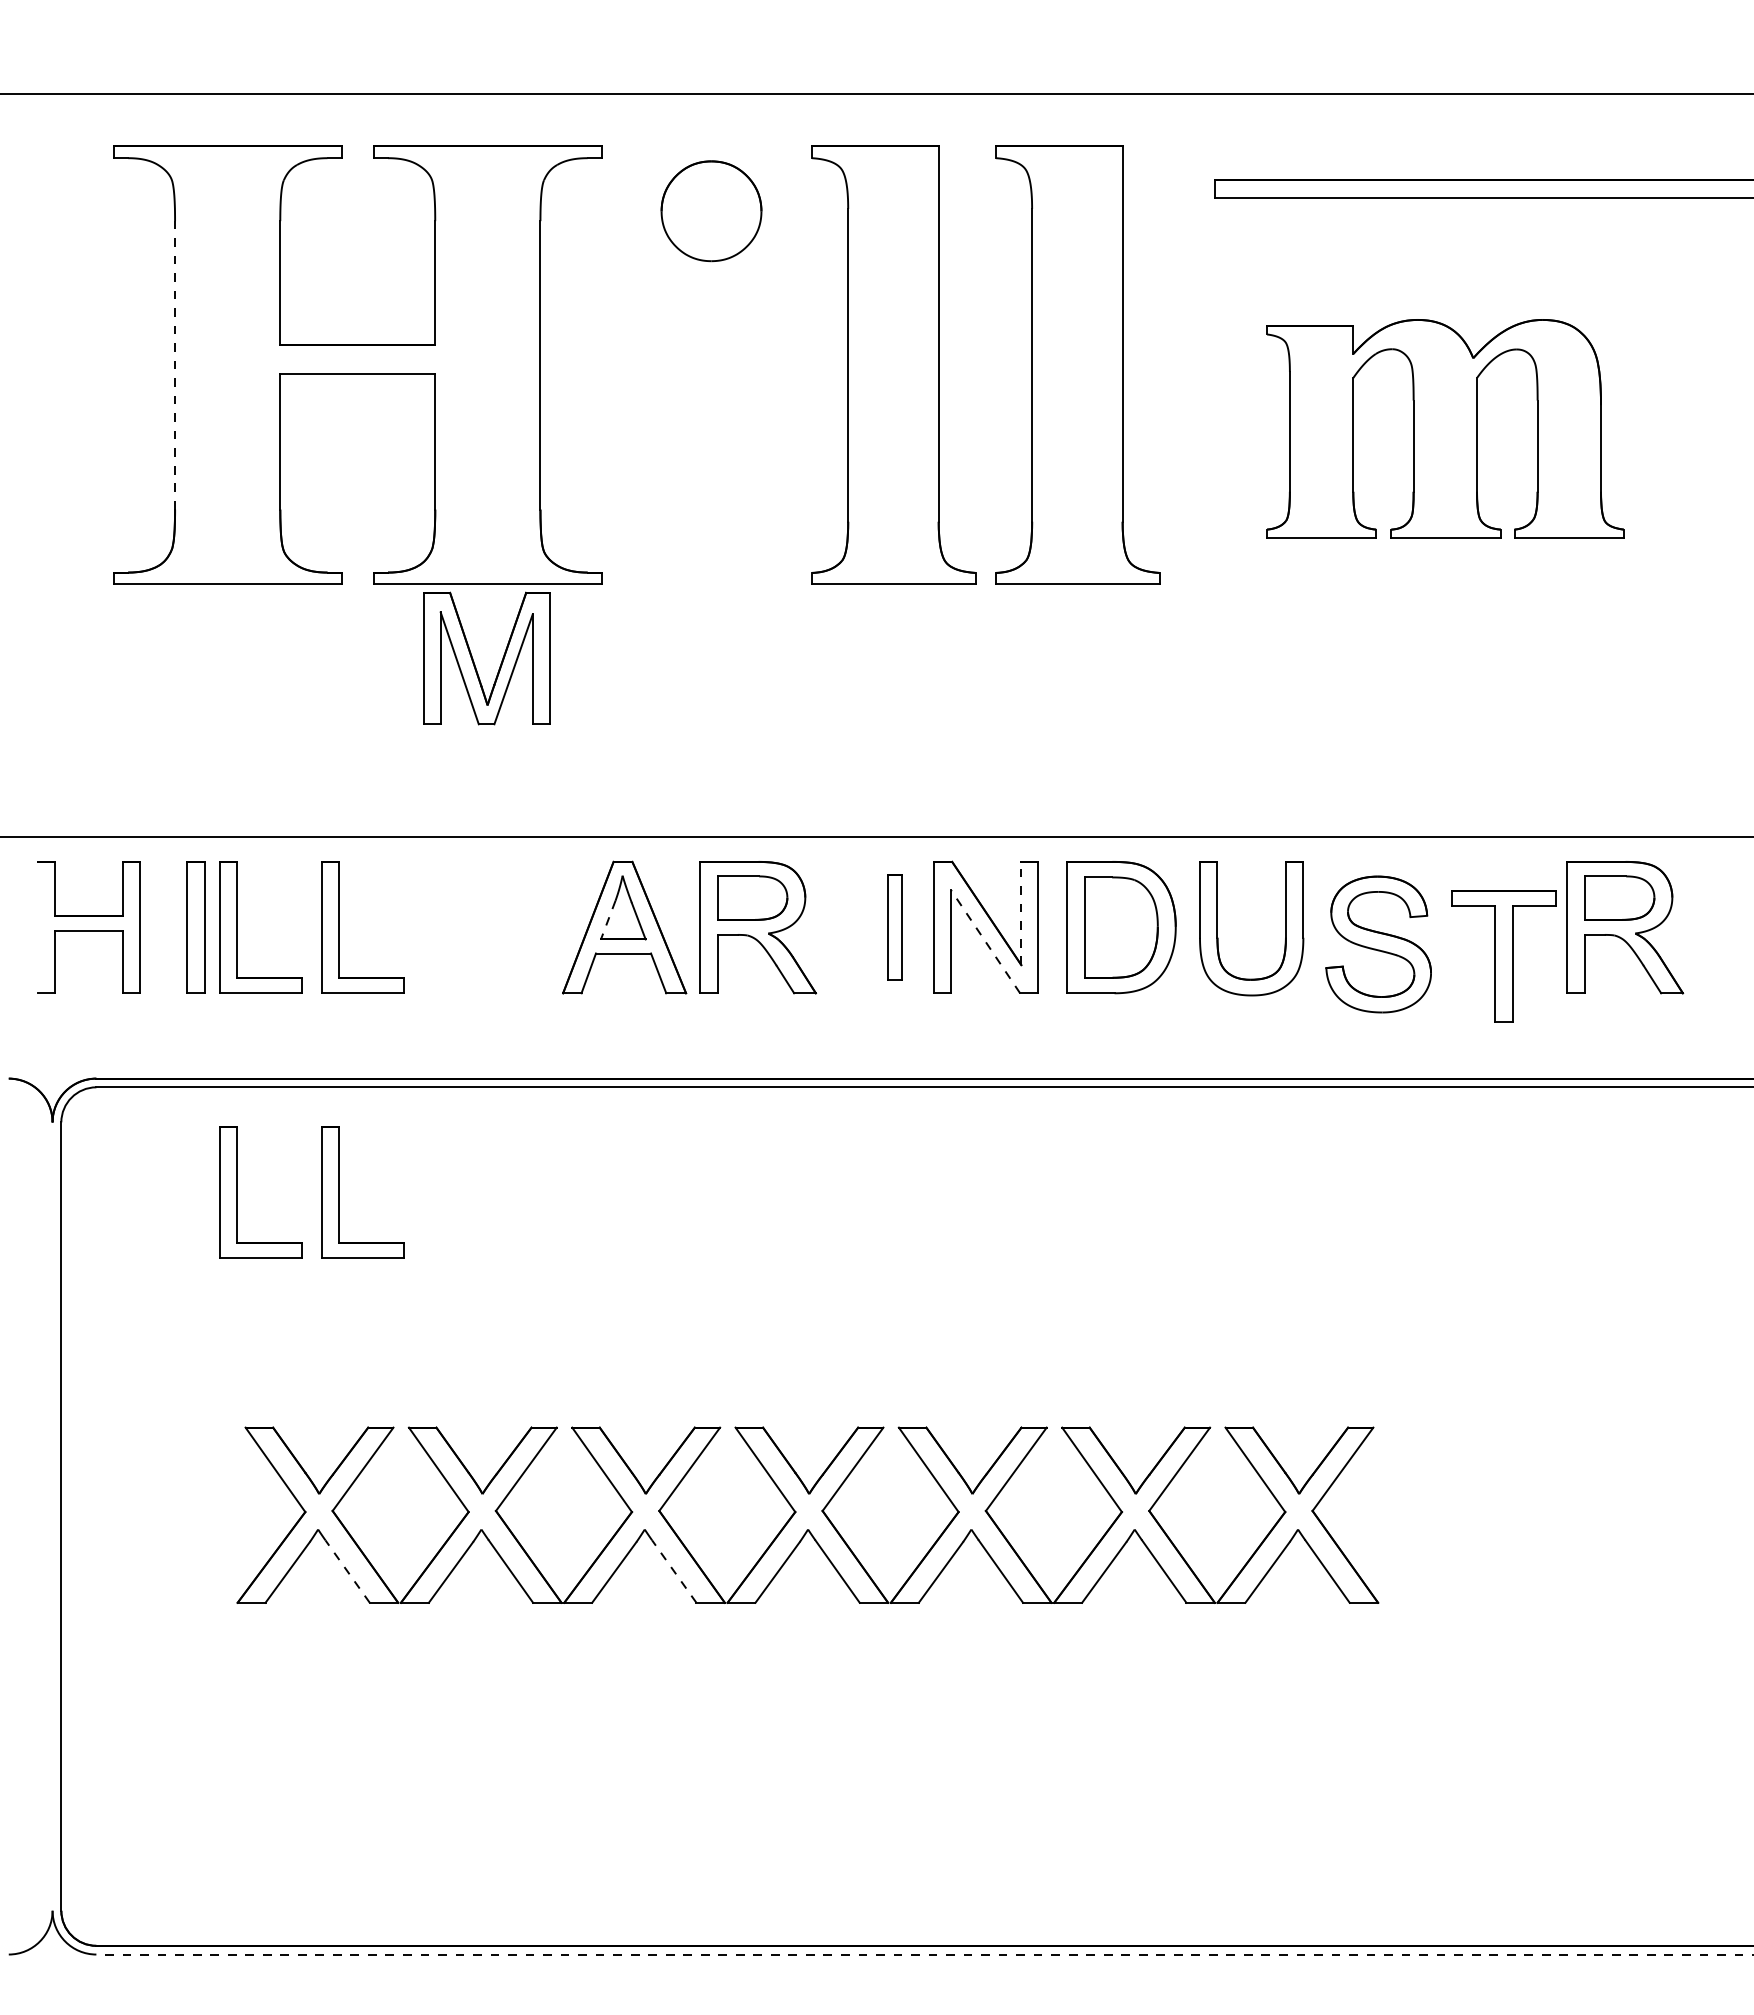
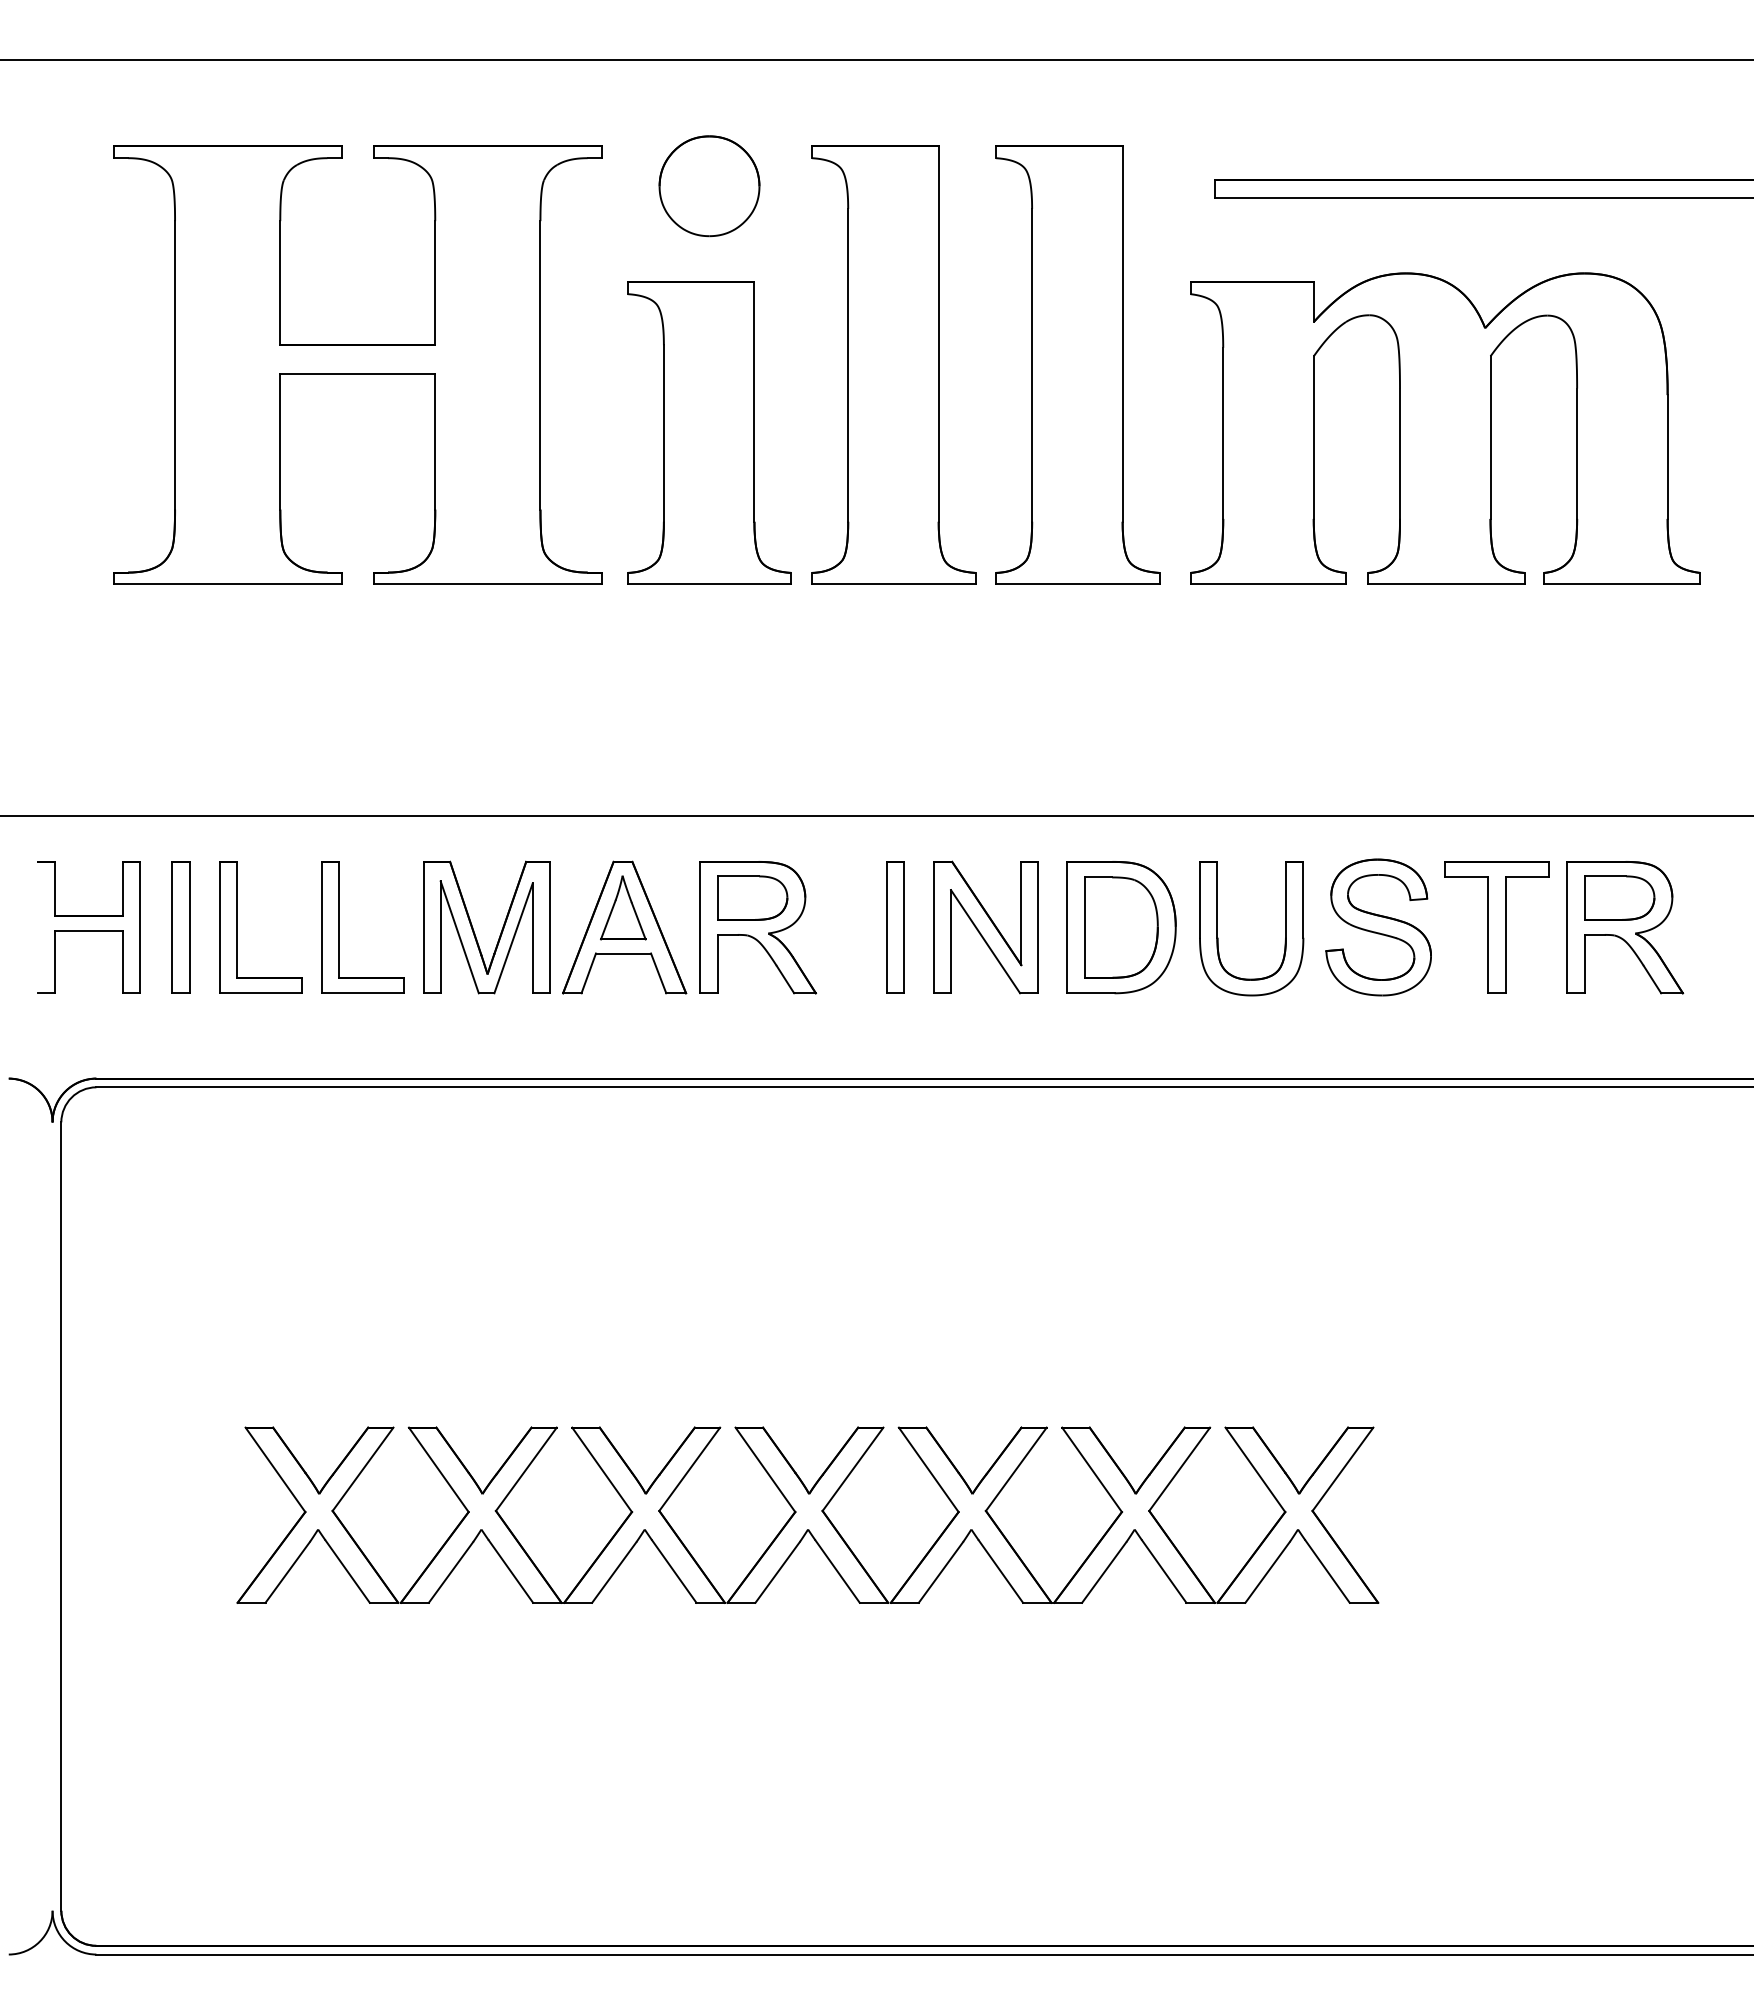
line at (876, 94) position: (876, 94) -> (876, 60)
part at (711, 211) position: (711, 211) -> (709, 186)
line at (175, 364): dashed -> solid
part at (1445, 428) size: 359x220 px -> 511x313 px
part at (709, 432): none -> present
part at (474, 661) position: (474, 661) -> (474, 930)
line at (876, 836) position: (876, 836) -> (876, 815)
line at (1021, 913): dashed -> solid
line at (608, 920): dashed -> solid
part at (195, 927) position: (195, 927) -> (180, 927)
part at (894, 927) size: 16x107 px -> 19x133 px
line at (985, 941): dashed -> solid
part at (1378, 944) position: (1378, 944) -> (1378, 927)
part at (1503, 956) position: (1503, 956) -> (1496, 927)
part at (237, 1192): present -> none
part at (339, 1192): present -> none
line at (347, 1571): dashed -> solid
line at (674, 1571): dashed -> solid
line at (924, 1954): dashed -> solid
